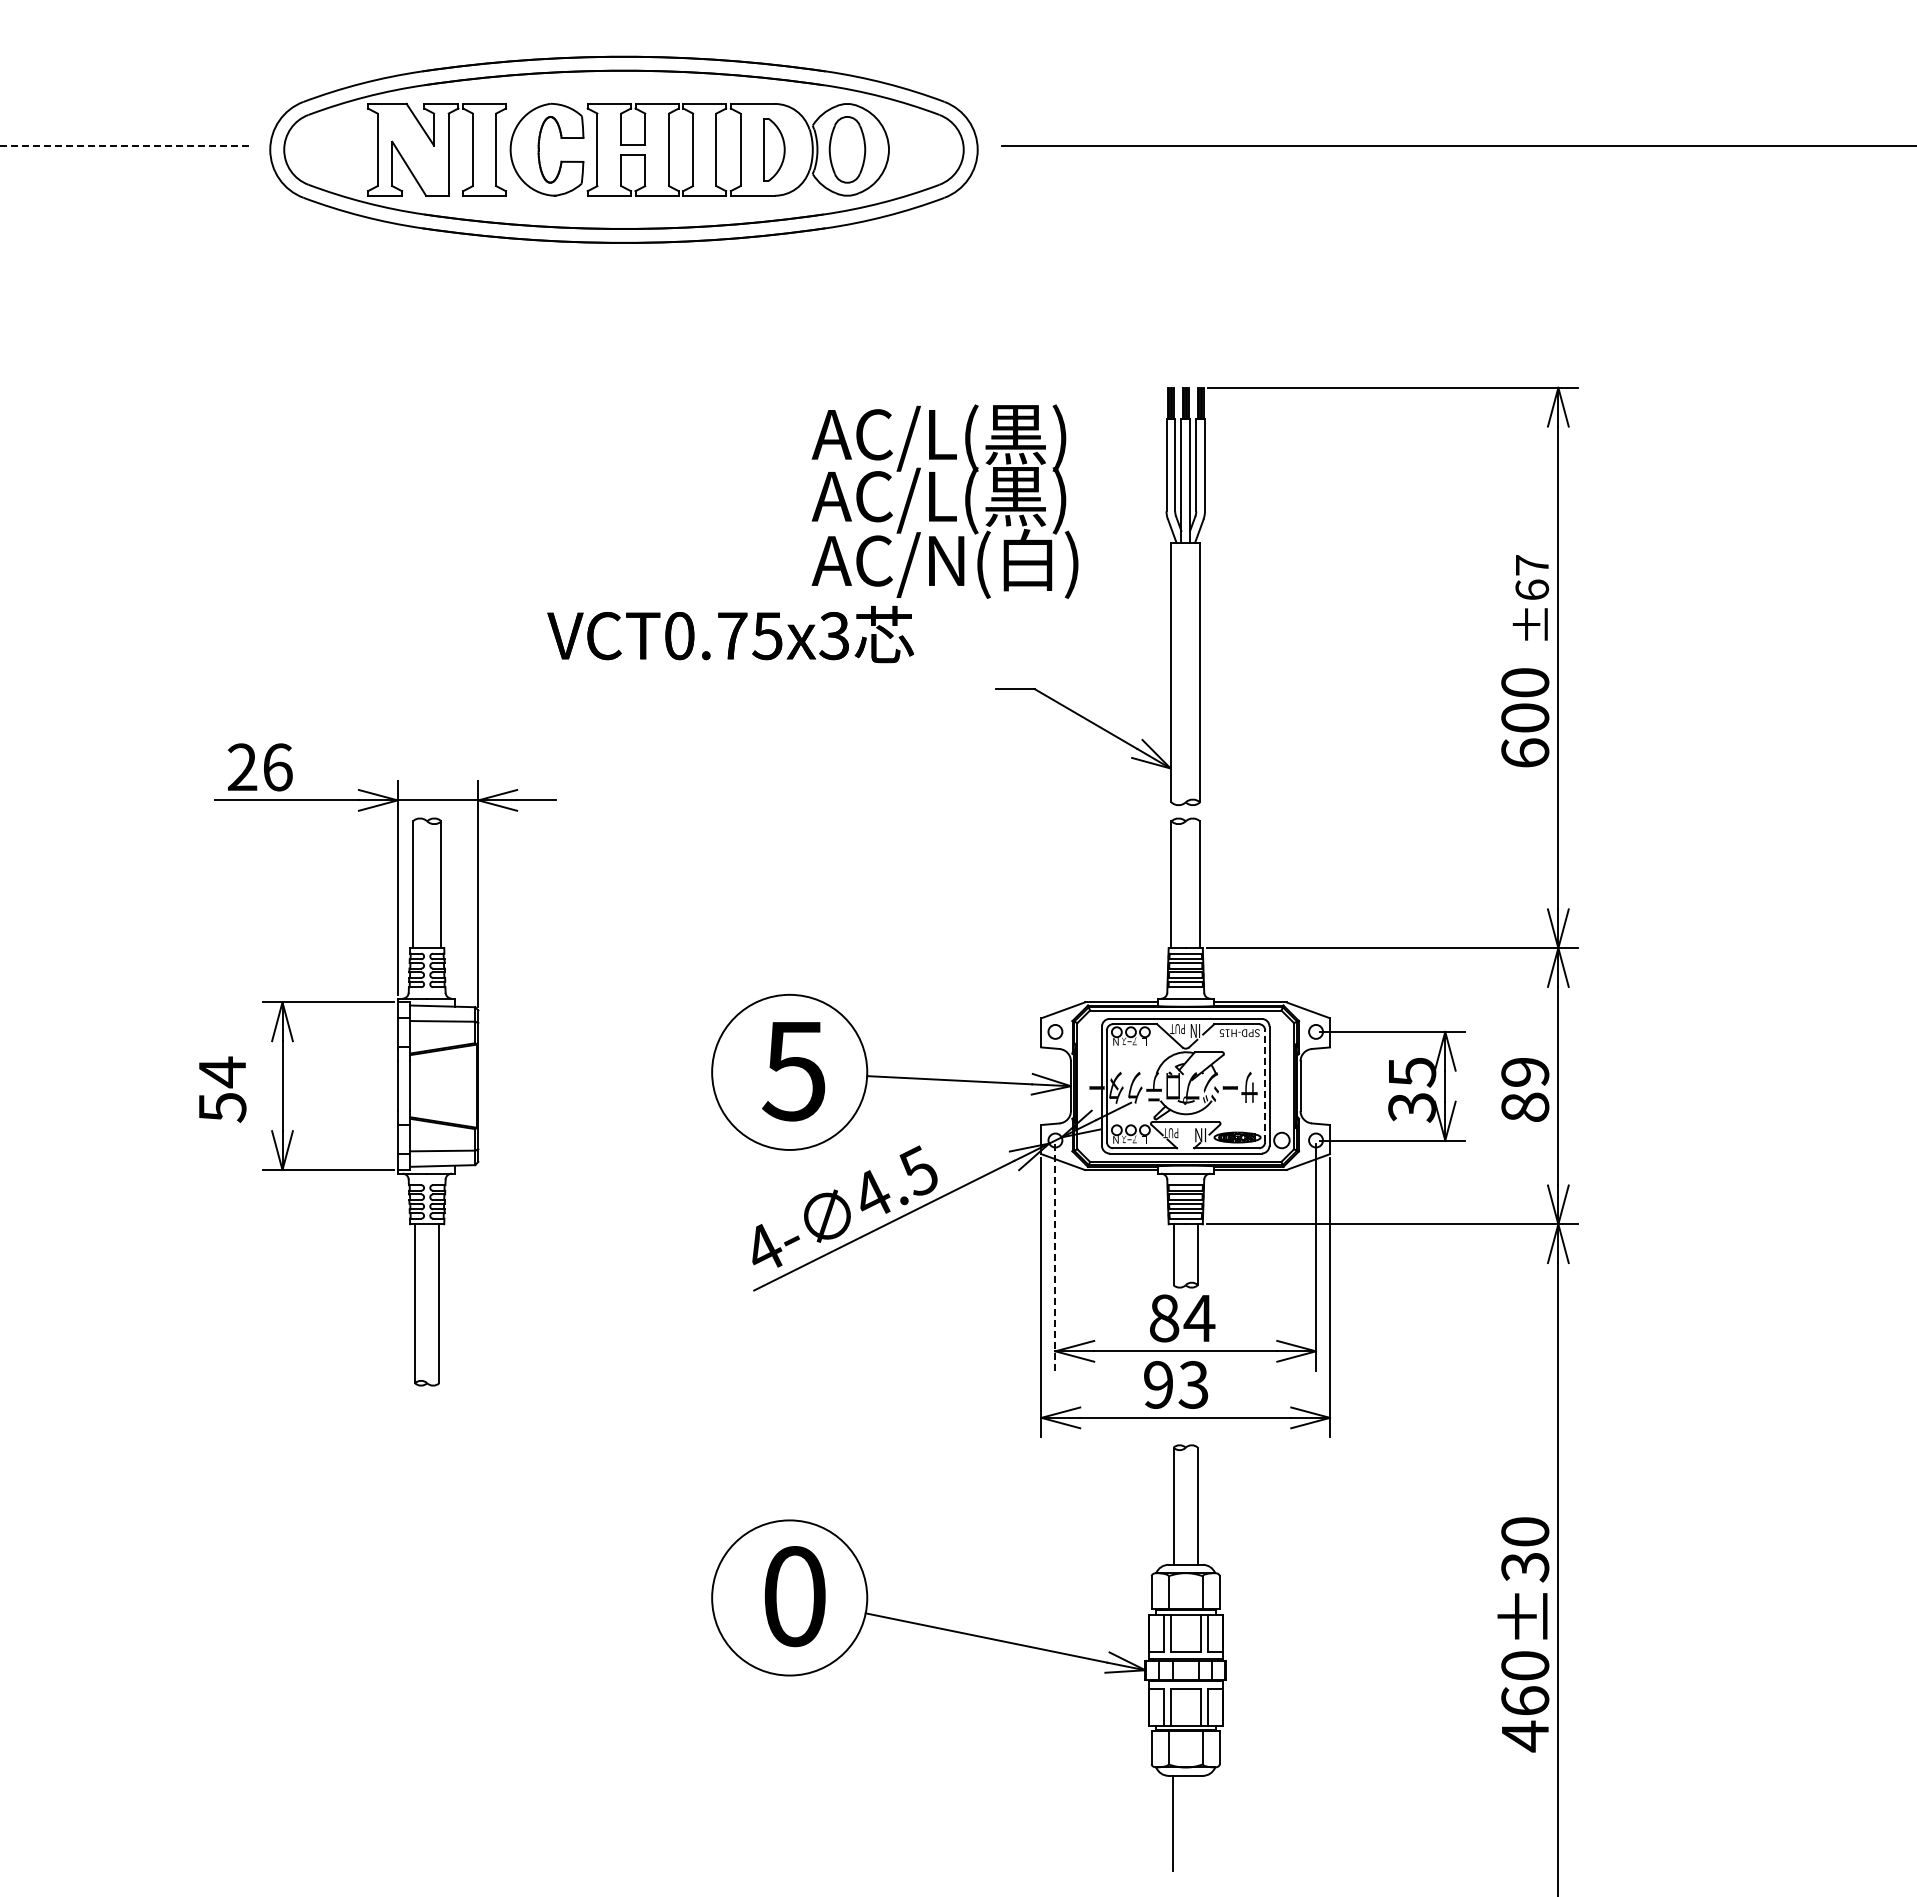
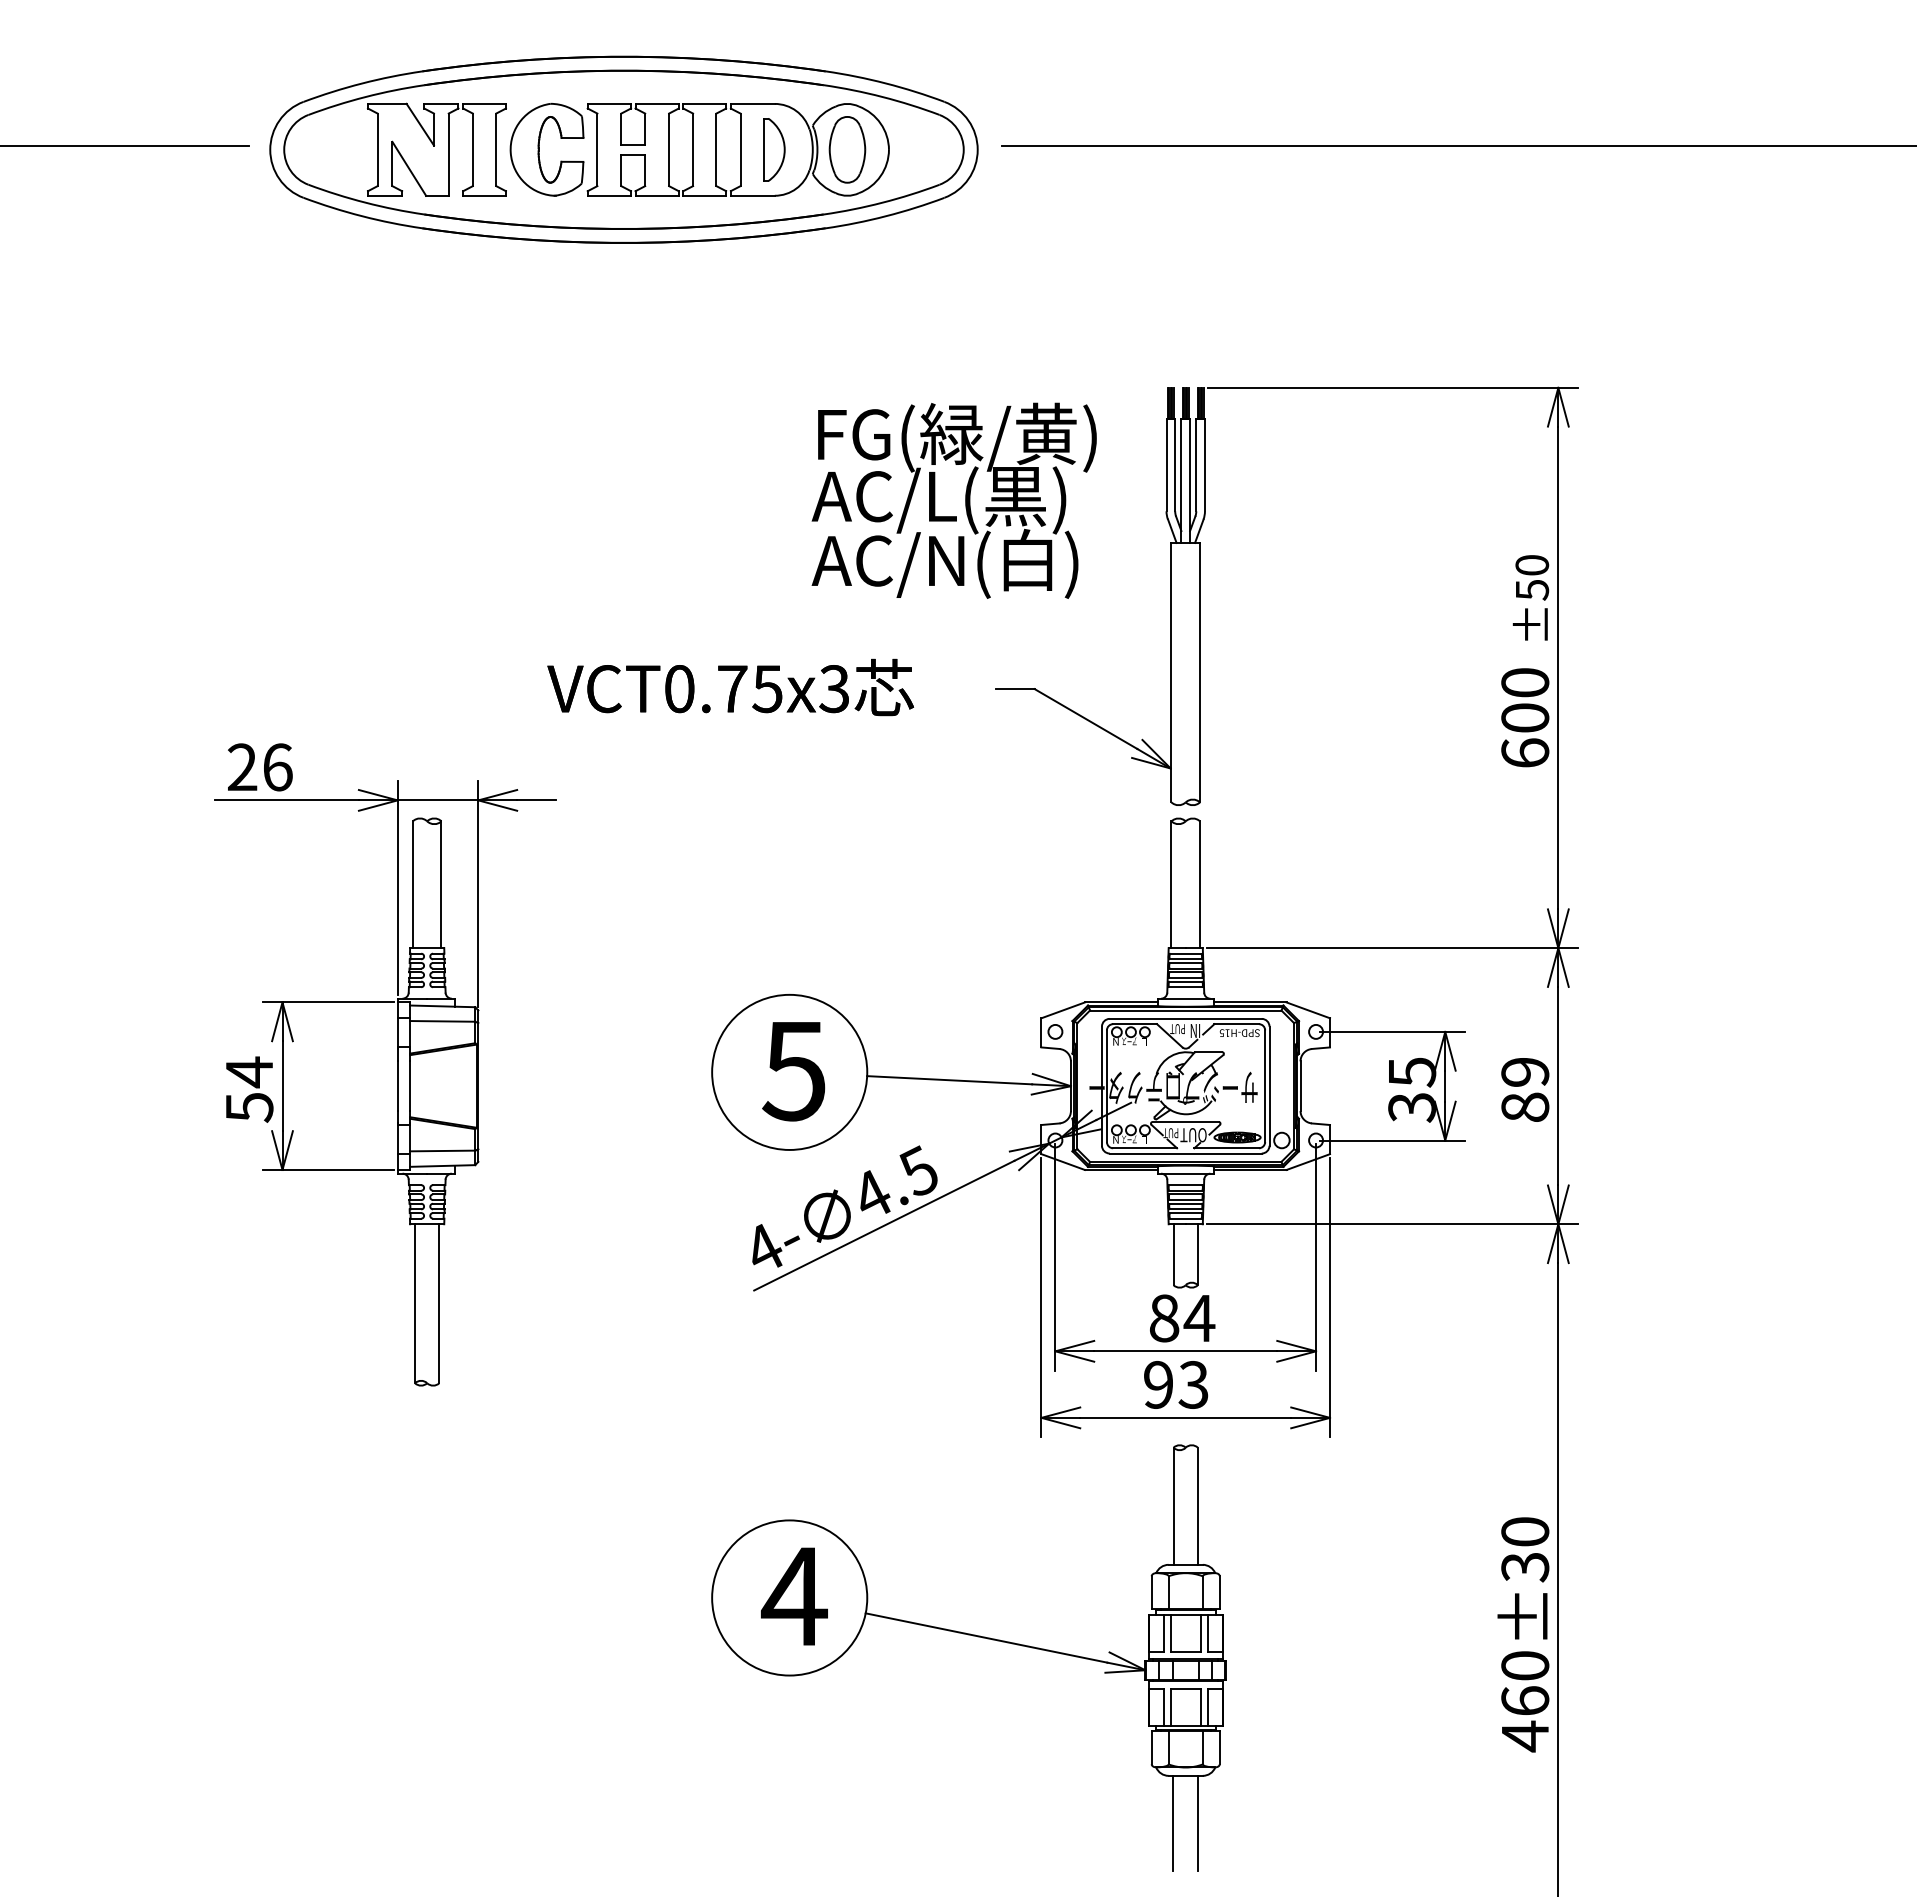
line at (124, 146): dashed -> solid
text at (953, 437): AC/L(黒) -> FG(緑/黄)
text at (1532, 577): ±67 -> ±50
text at (730, 634) position: (730, 634) -> (730, 687)
line at (1265, 1086): dashed -> solid
text at (222, 1089) position: (222, 1089) -> (249, 1089)
text at (1193, 1135): IN -> OUT
line at (1055, 1258): dashed -> solid
text at (793, 1596): 0 -> 4
line at (1198, 1822): none -> present
